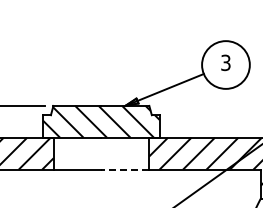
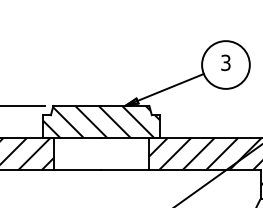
line at (125, 169): dashed -> solid
